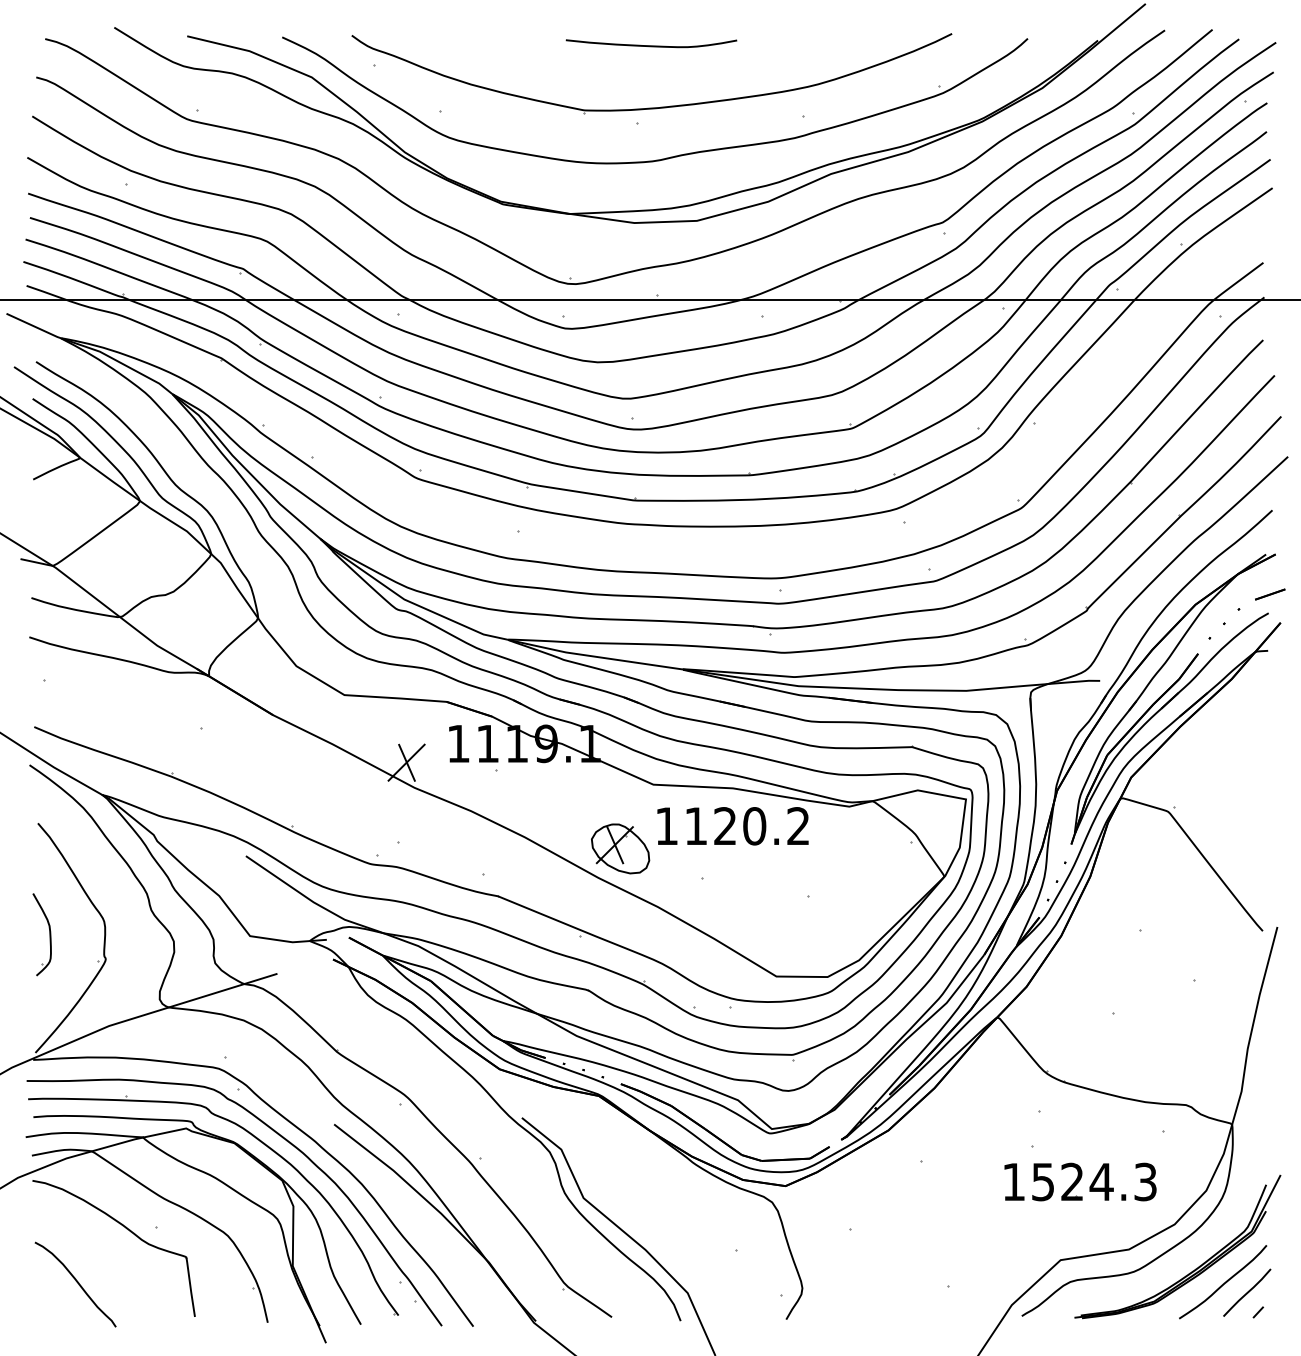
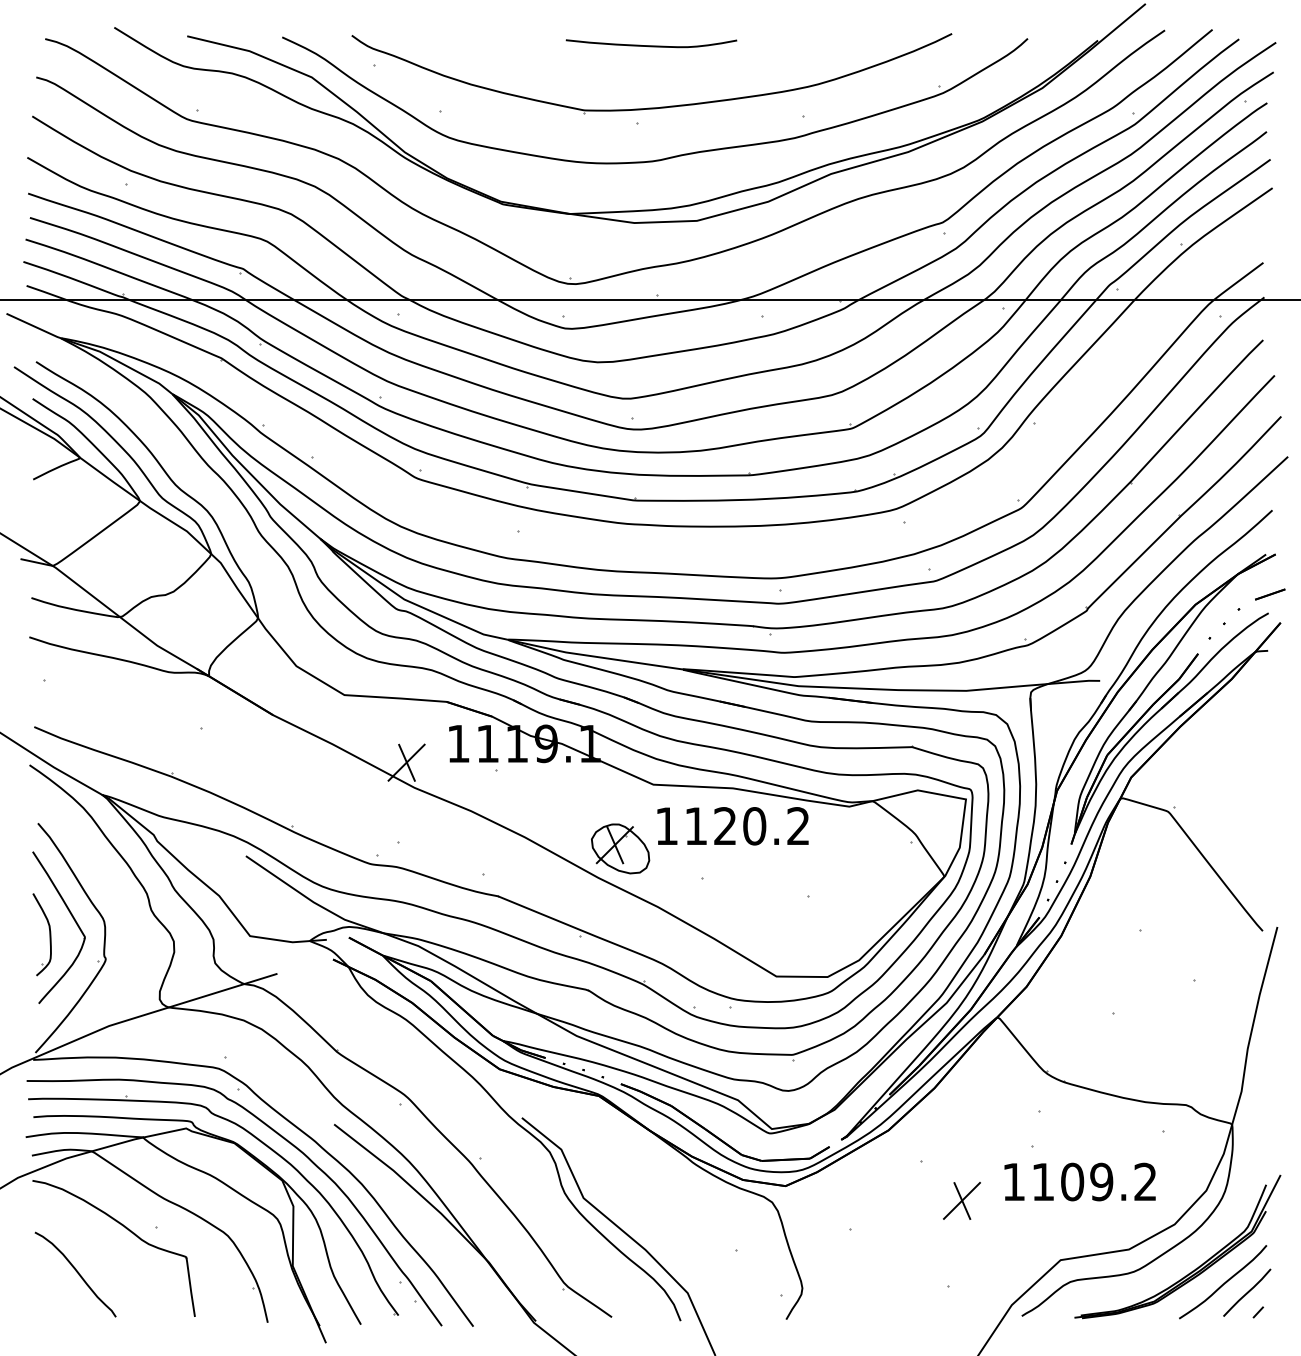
part at (72, 918): none -> present
text at (1094, 1181): 1524.3 -> 1109.2
part at (961, 1200): none -> present
curve at (76, 1282) position: (76, 1282) -> (76, 1272)
